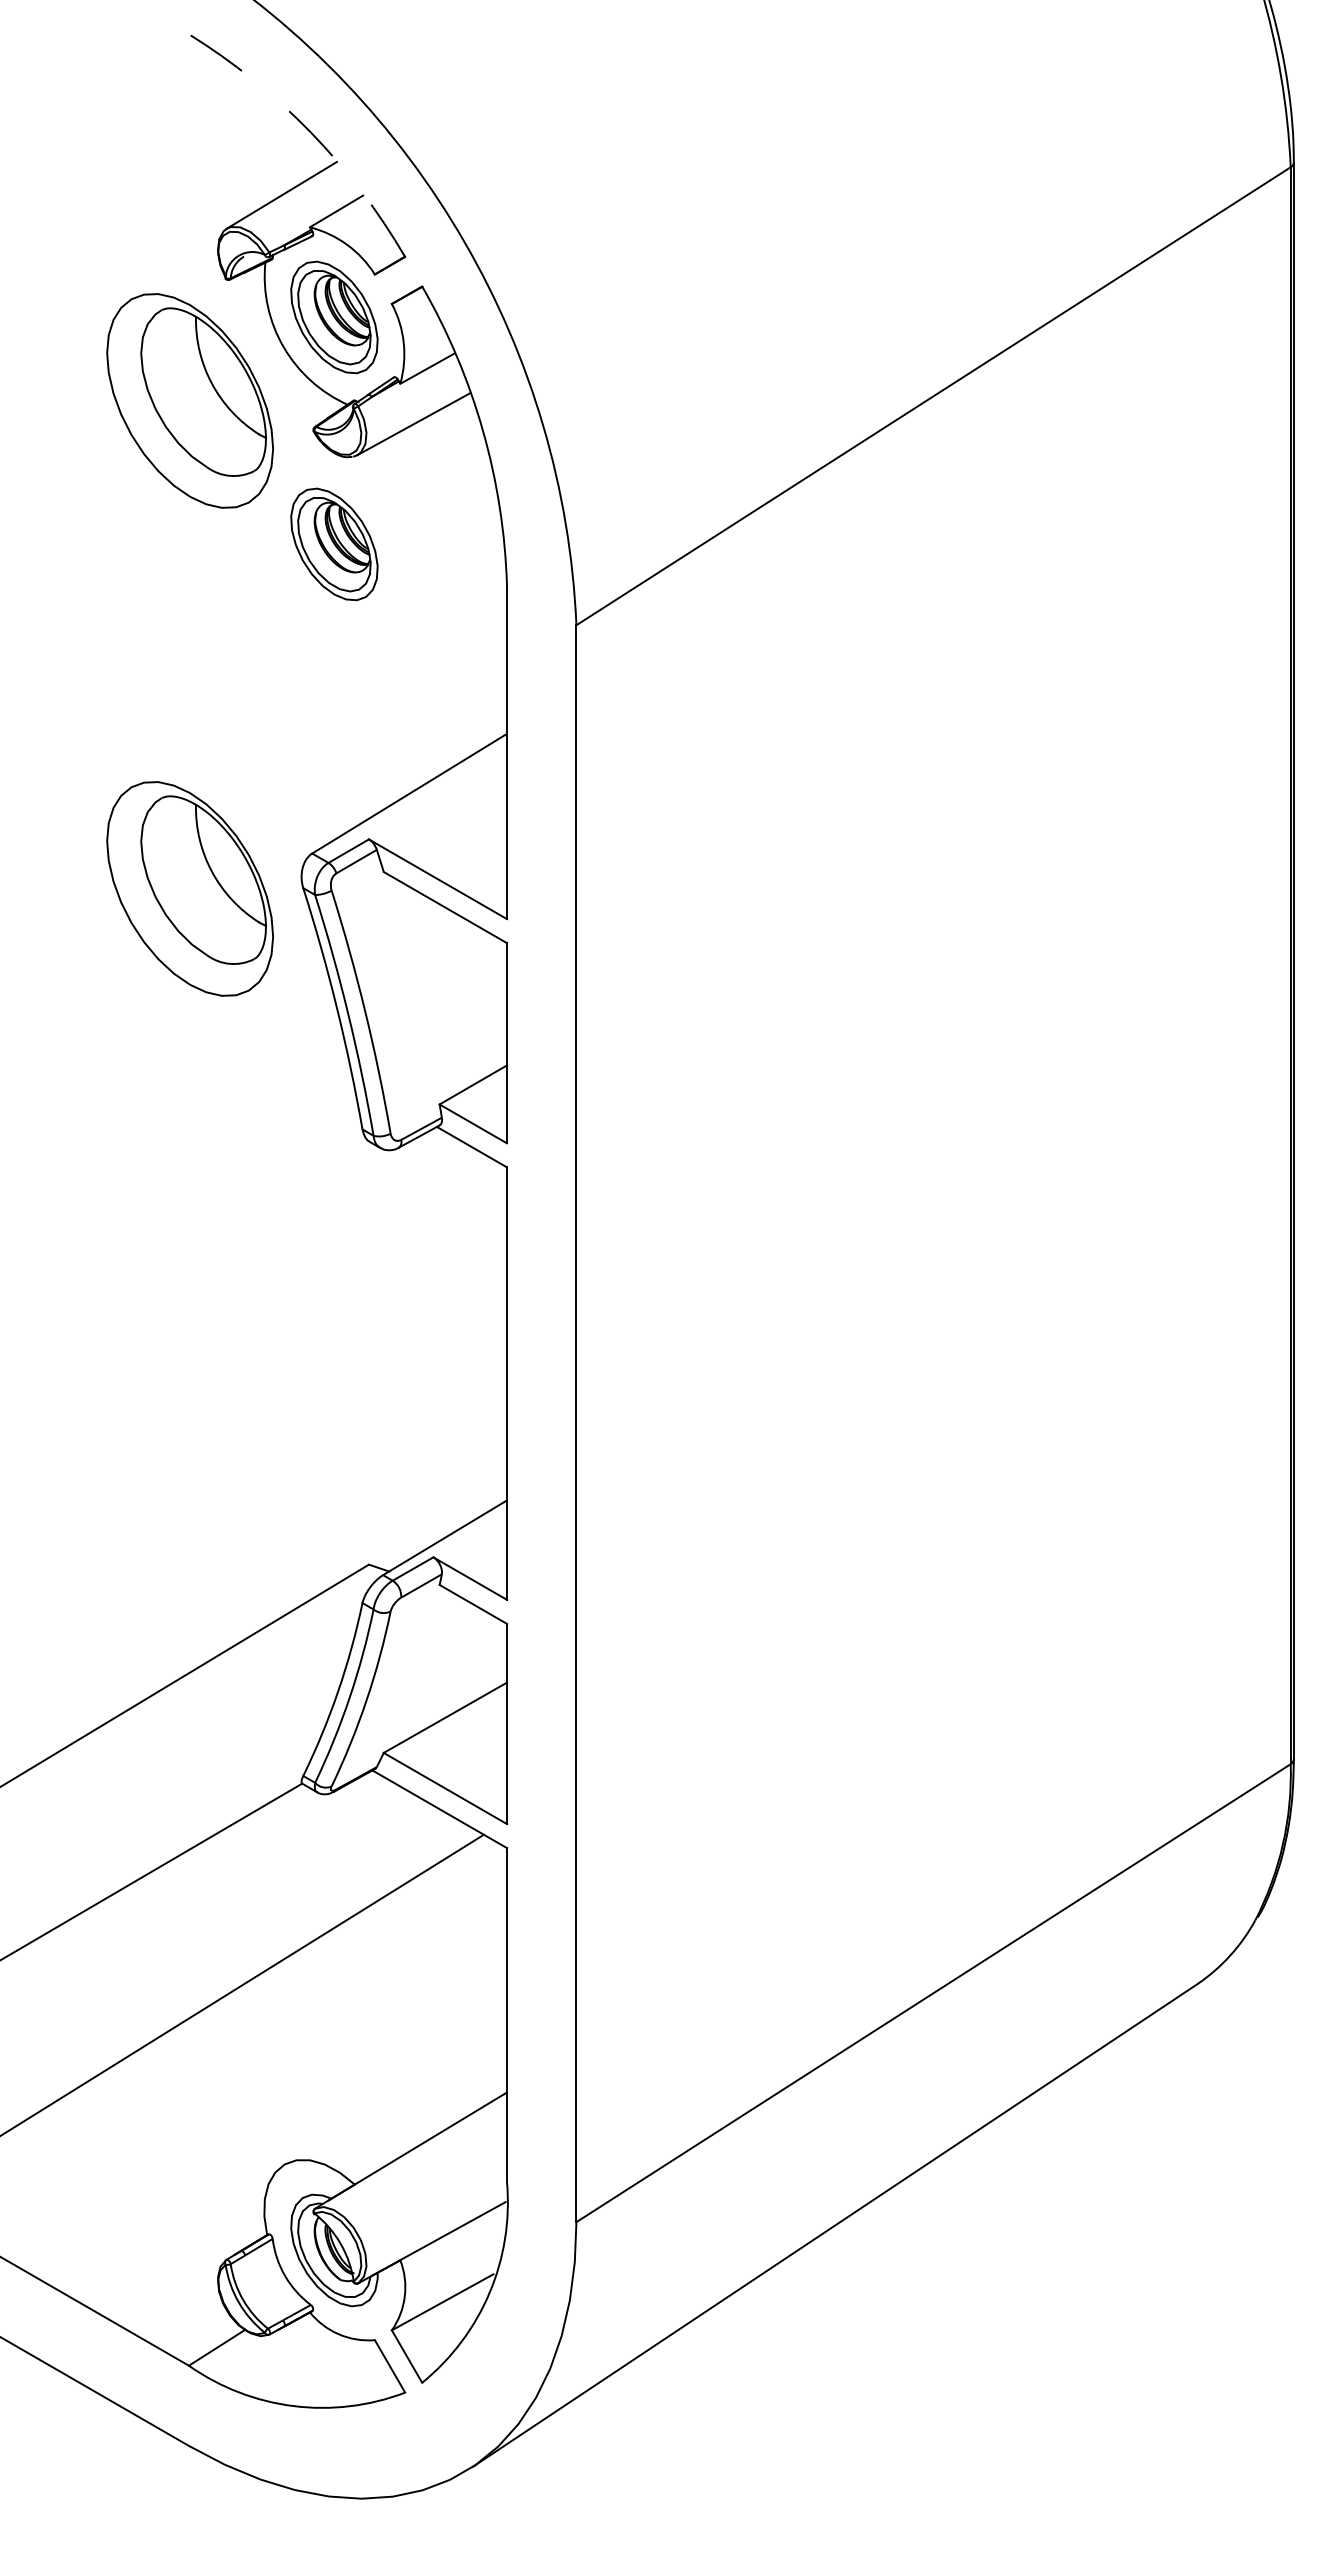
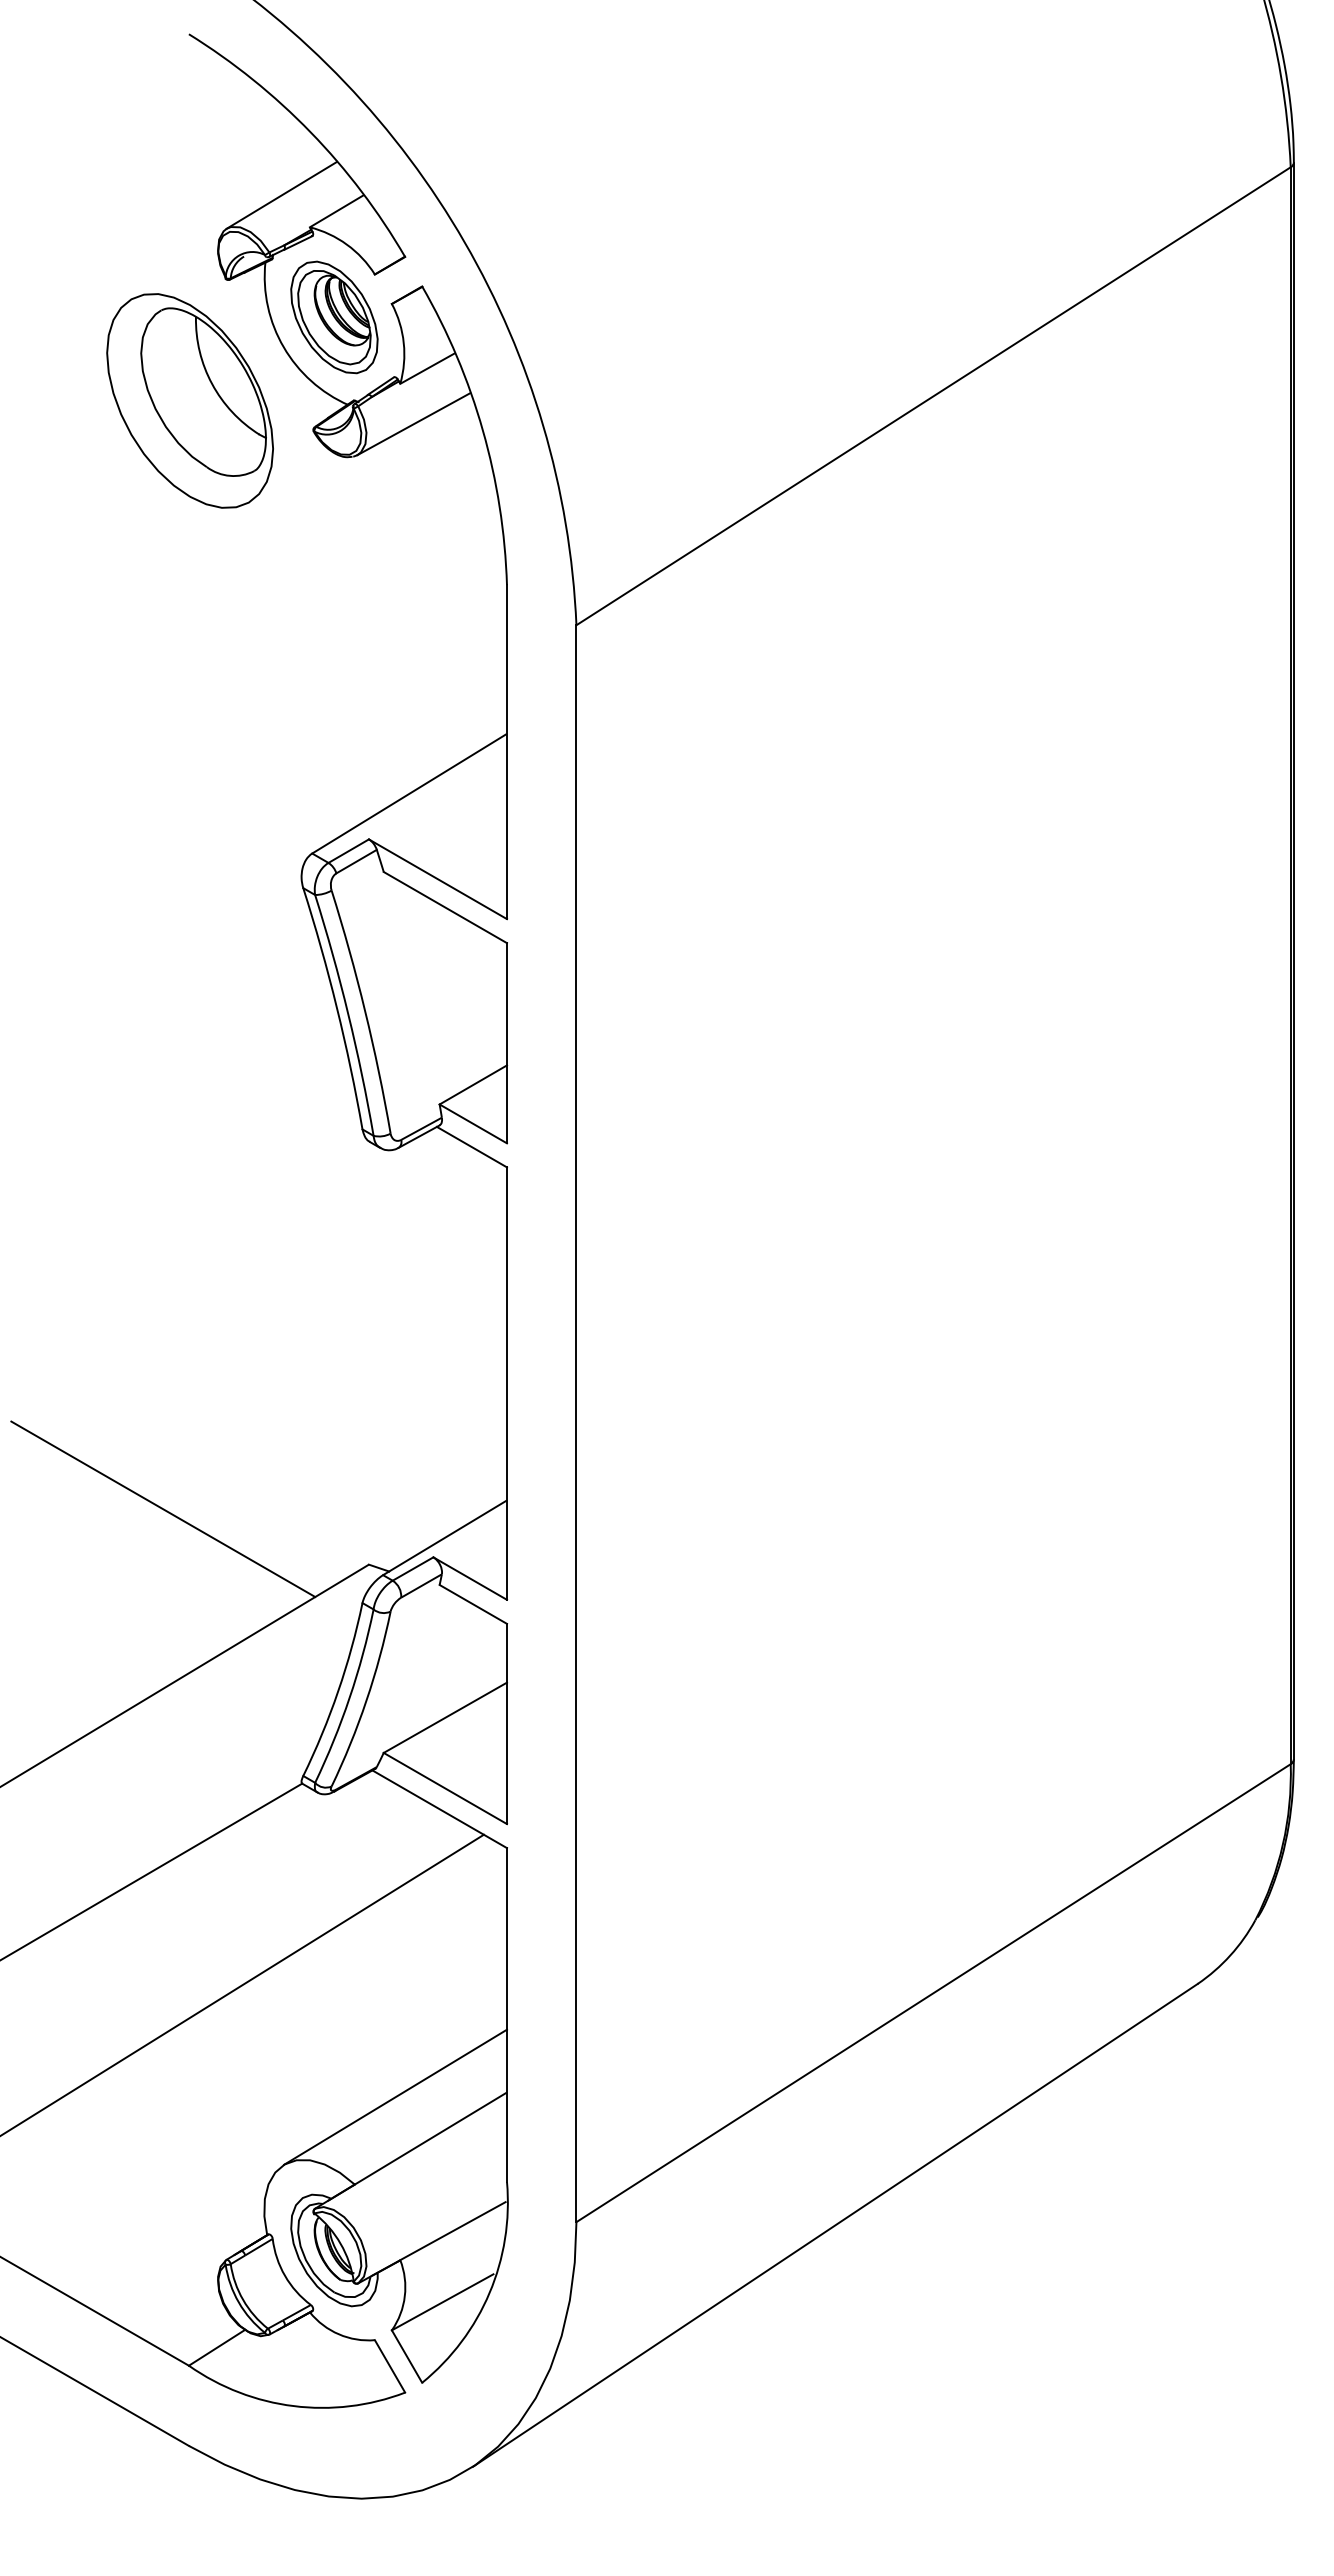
arc at (310, 132): dashed -> solid
part at (334, 544): present -> none
part at (189, 888): present -> none
line at (163, 1509): none -> present
line at (395, 2096): none -> present
